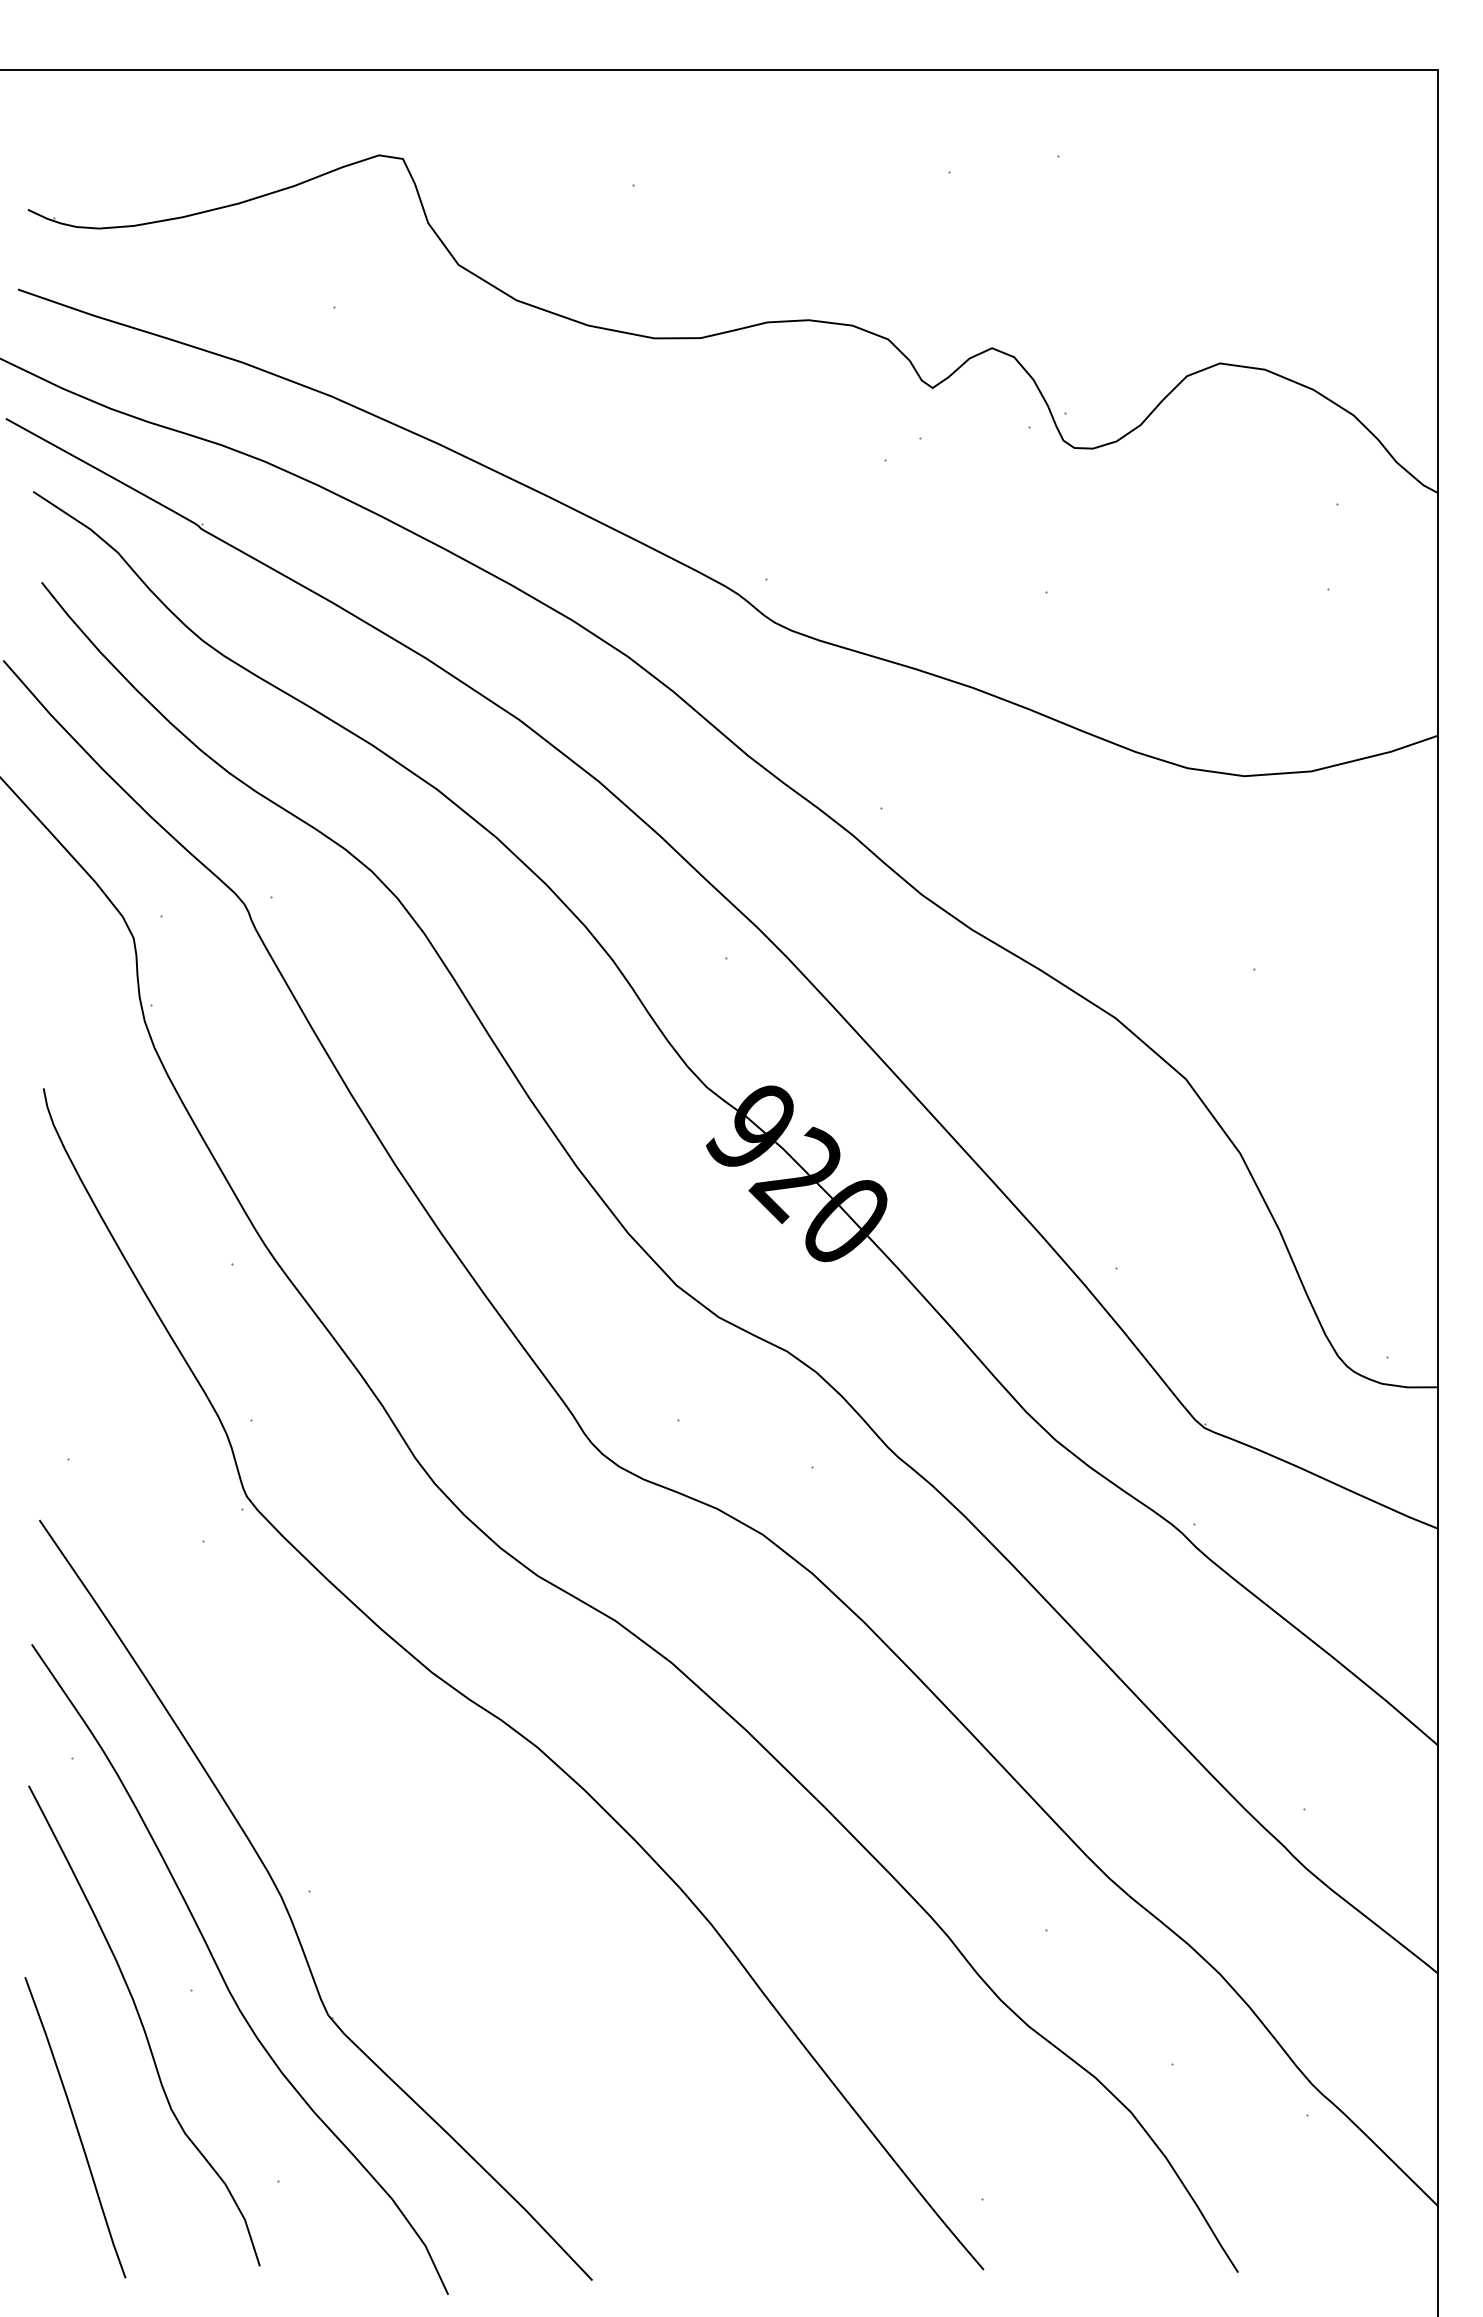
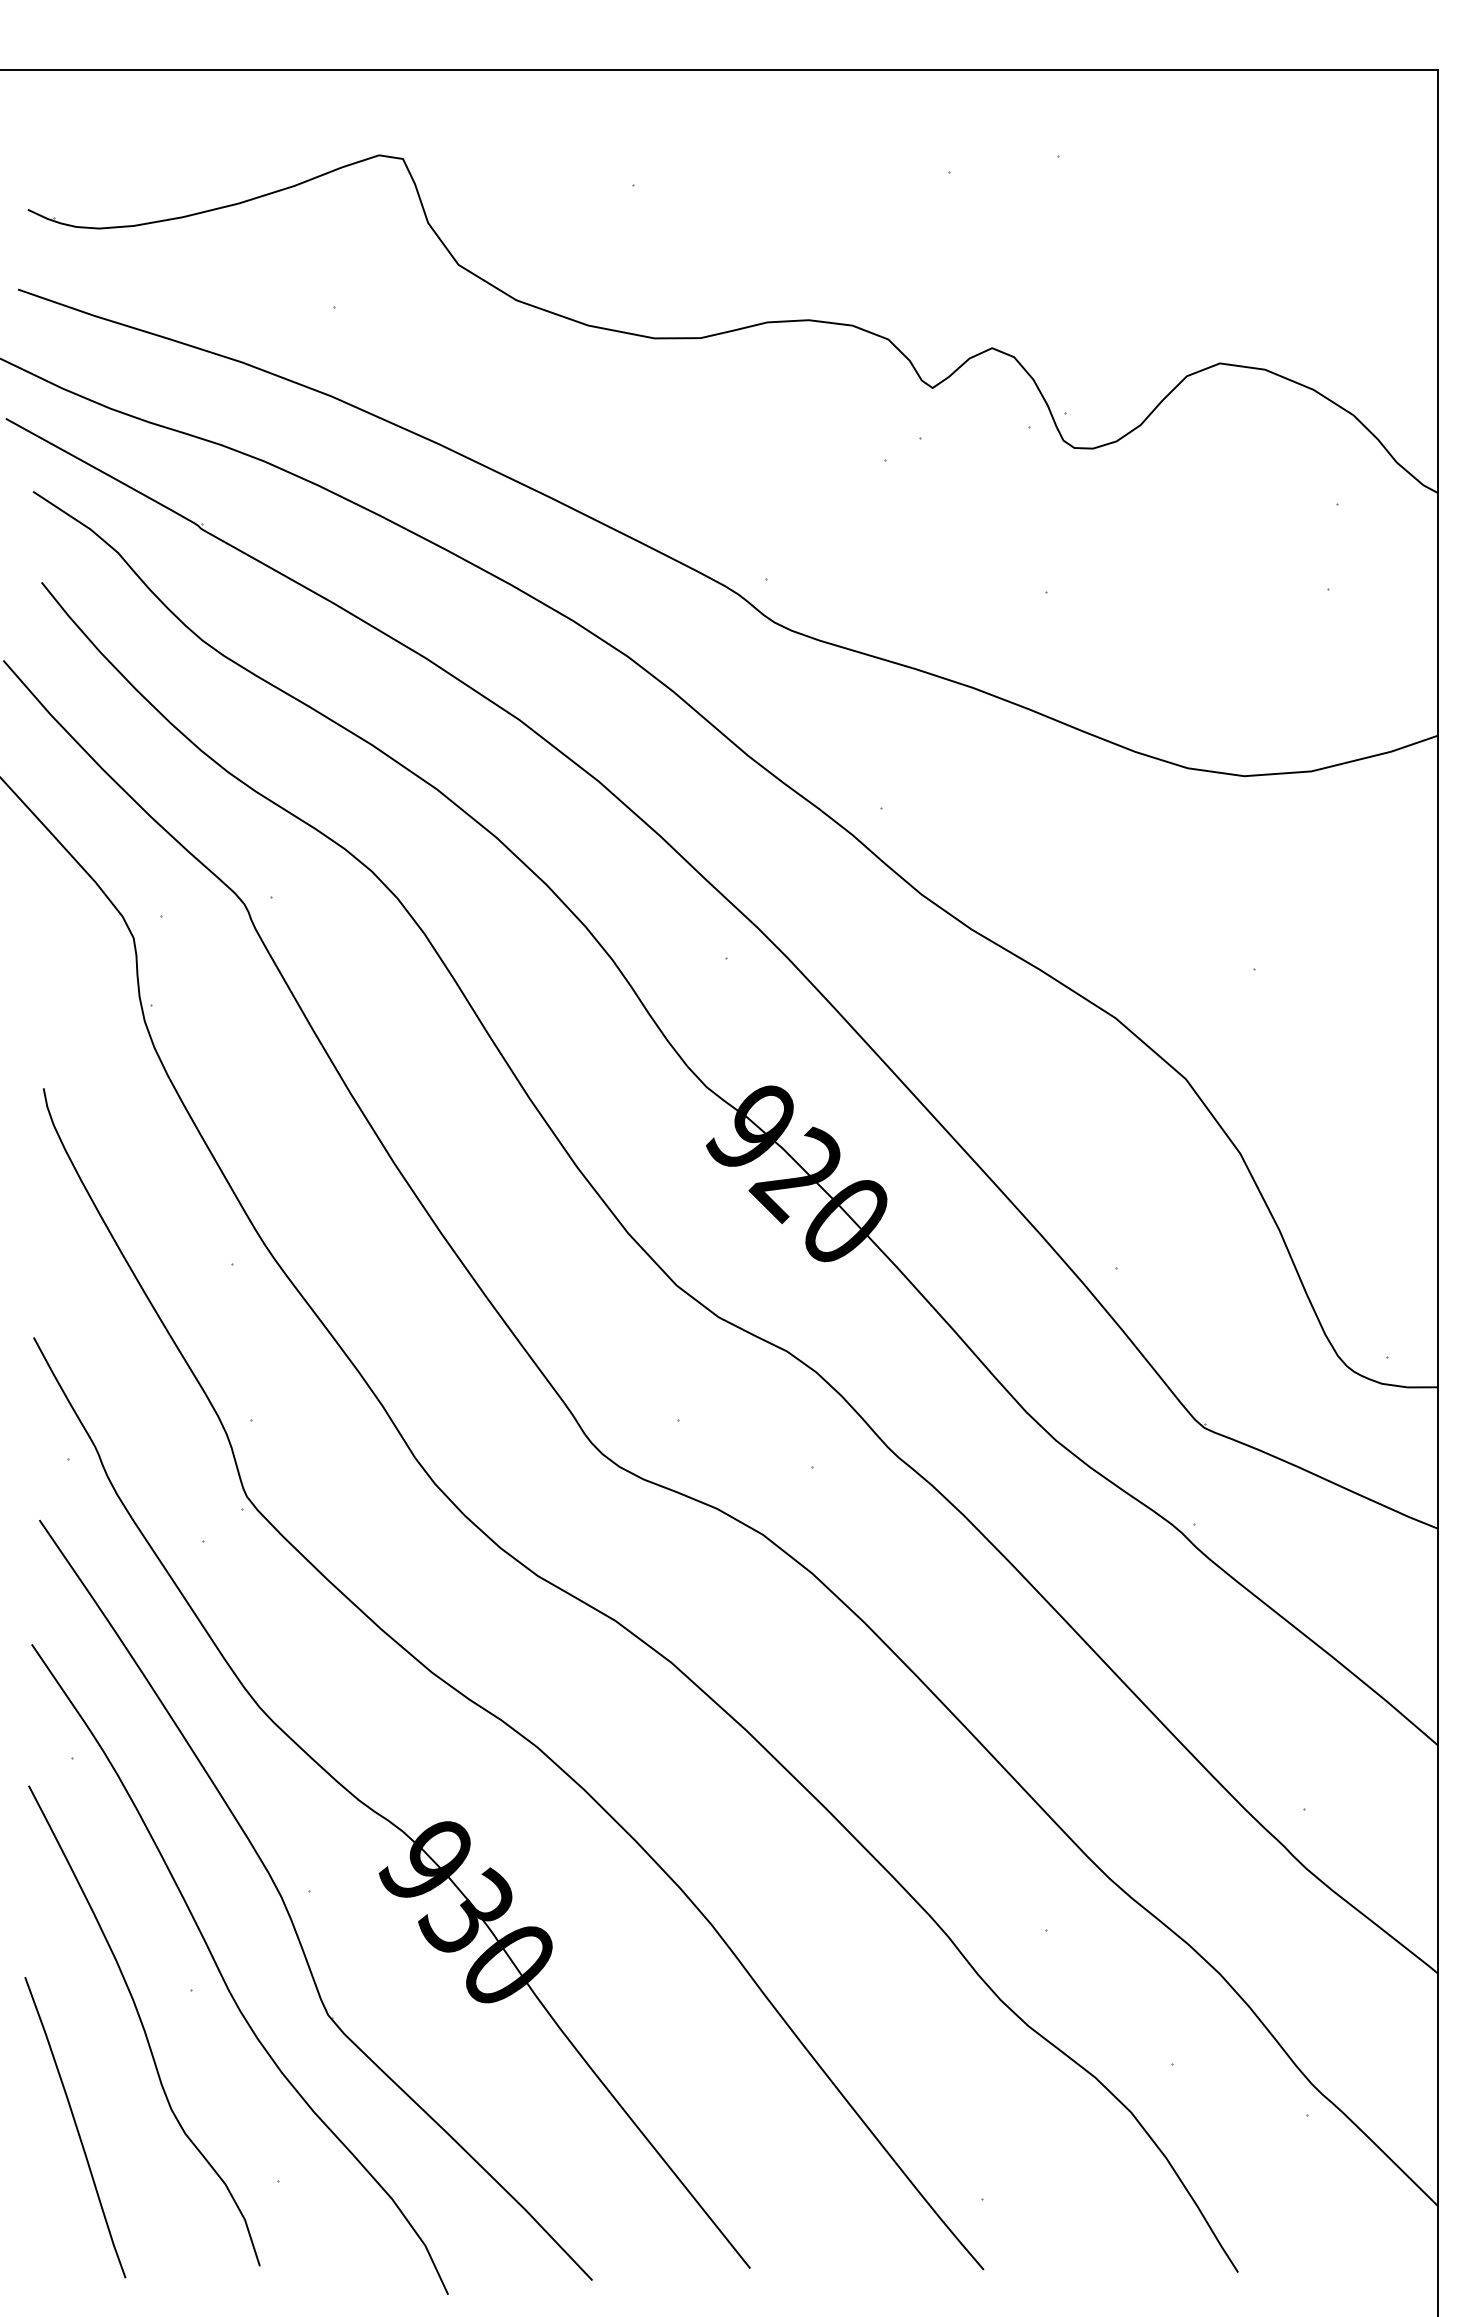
part at (382, 1815): none -> present
